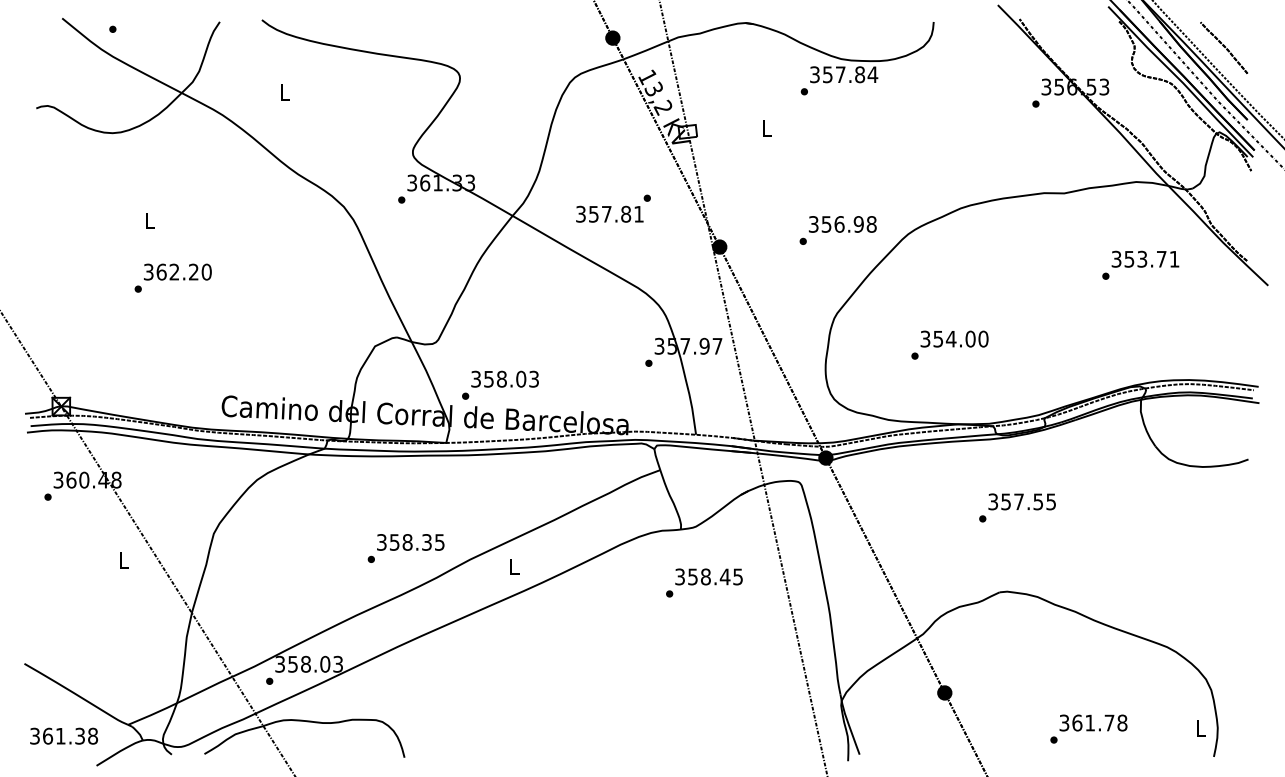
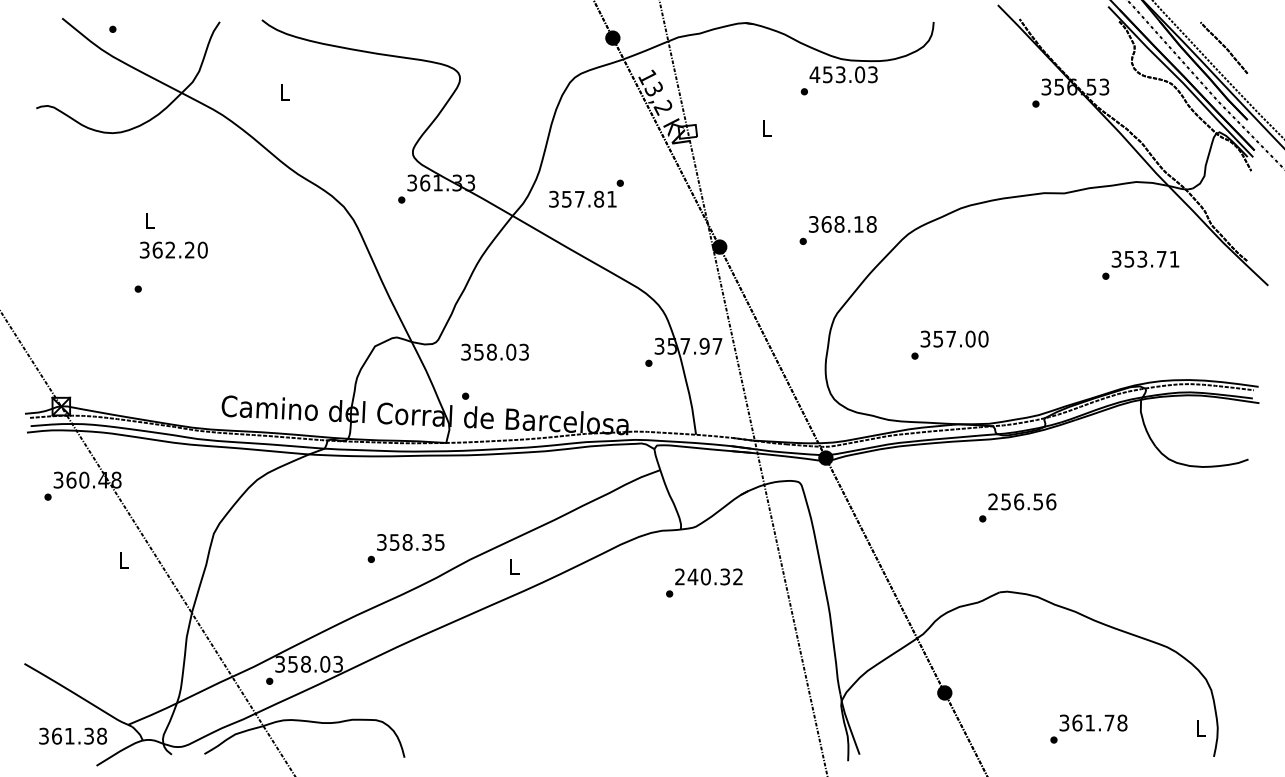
text at (843, 74): 357.84 -> 453.03
text at (613, 208) position: (613, 208) -> (586, 193)
text at (842, 224): 356.98 -> 368.18
text at (177, 271) position: (177, 271) -> (173, 249)
text at (950, 339): 354.00 -> 357.00
text at (504, 378) position: (504, 378) -> (494, 351)
text at (1022, 501): 357.55 -> 256.56
text at (708, 576): 358.45 -> 240.32
text at (63, 735) position: (63, 735) -> (72, 735)
